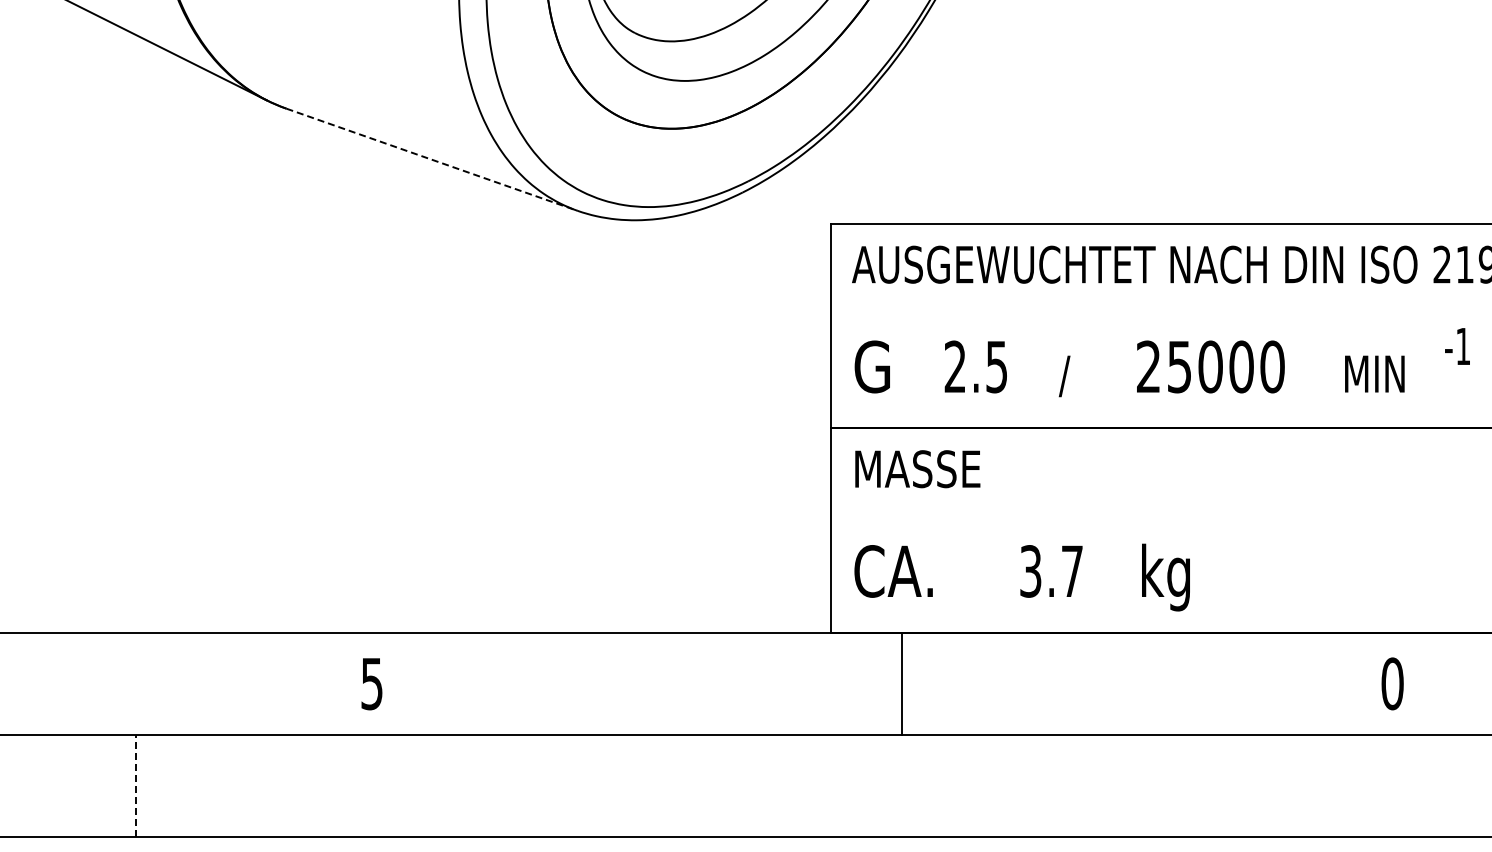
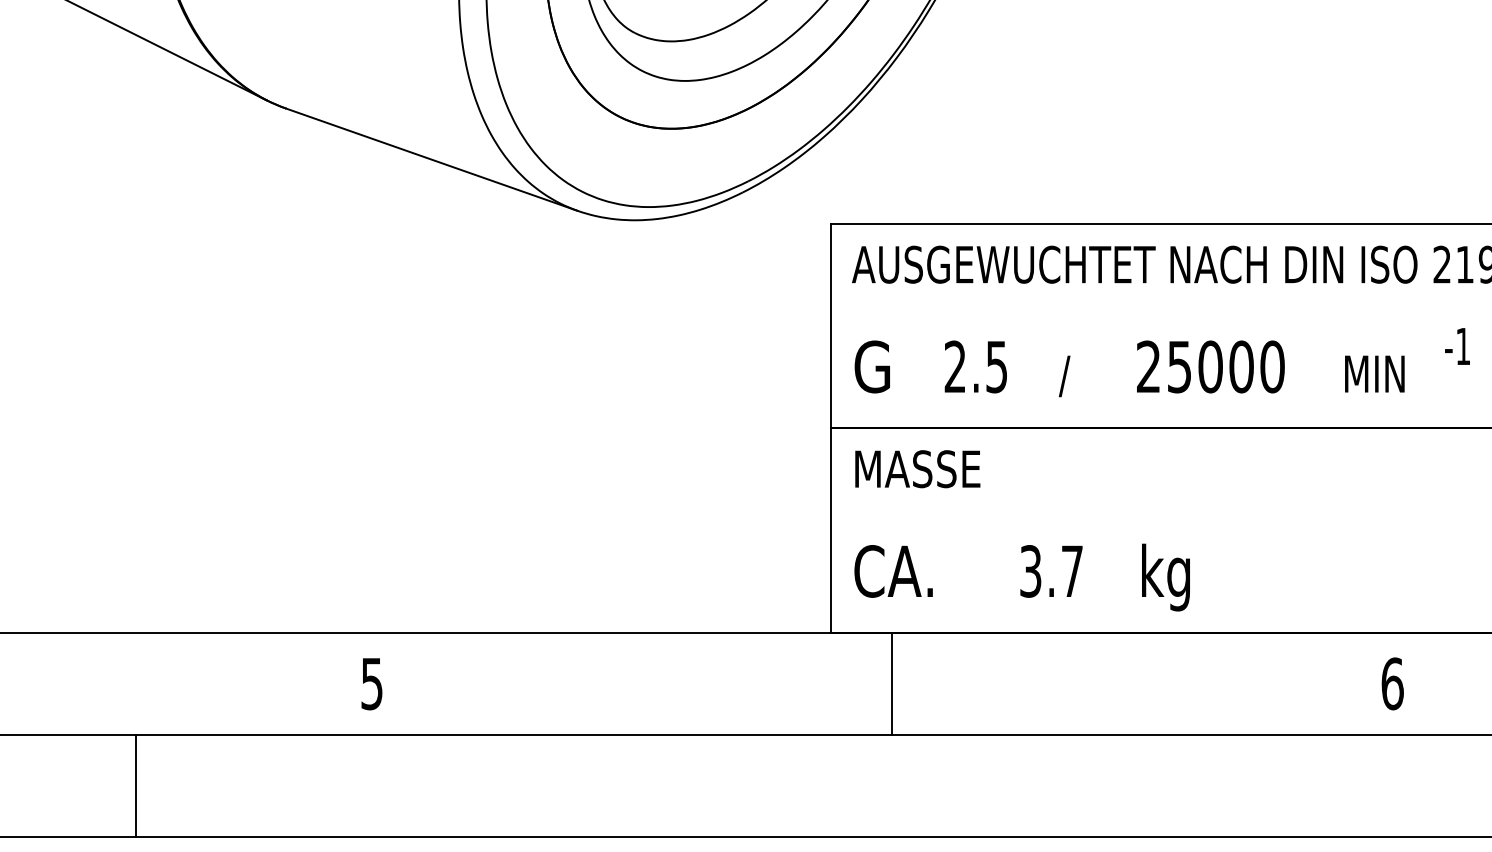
line at (432, 159): dashed -> solid
line at (902, 683) position: (902, 683) -> (892, 683)
text at (1392, 683): 0 -> 6
line at (135, 785): dashed -> solid
